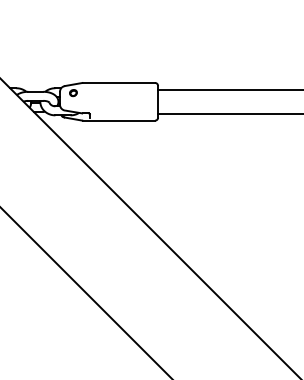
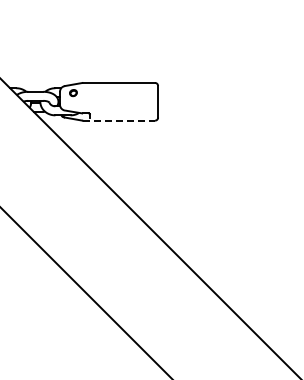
line at (229, 89): present -> none
line at (229, 113): present -> none
line at (119, 120): solid -> dashed
